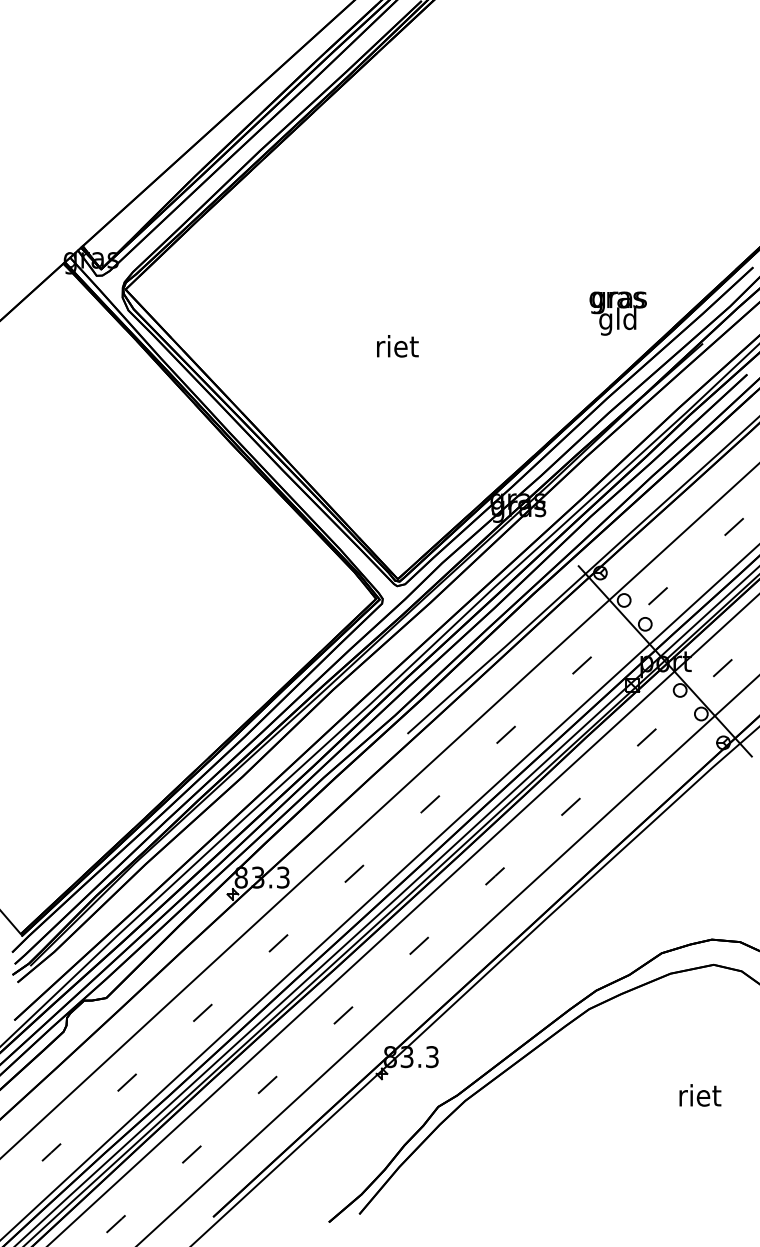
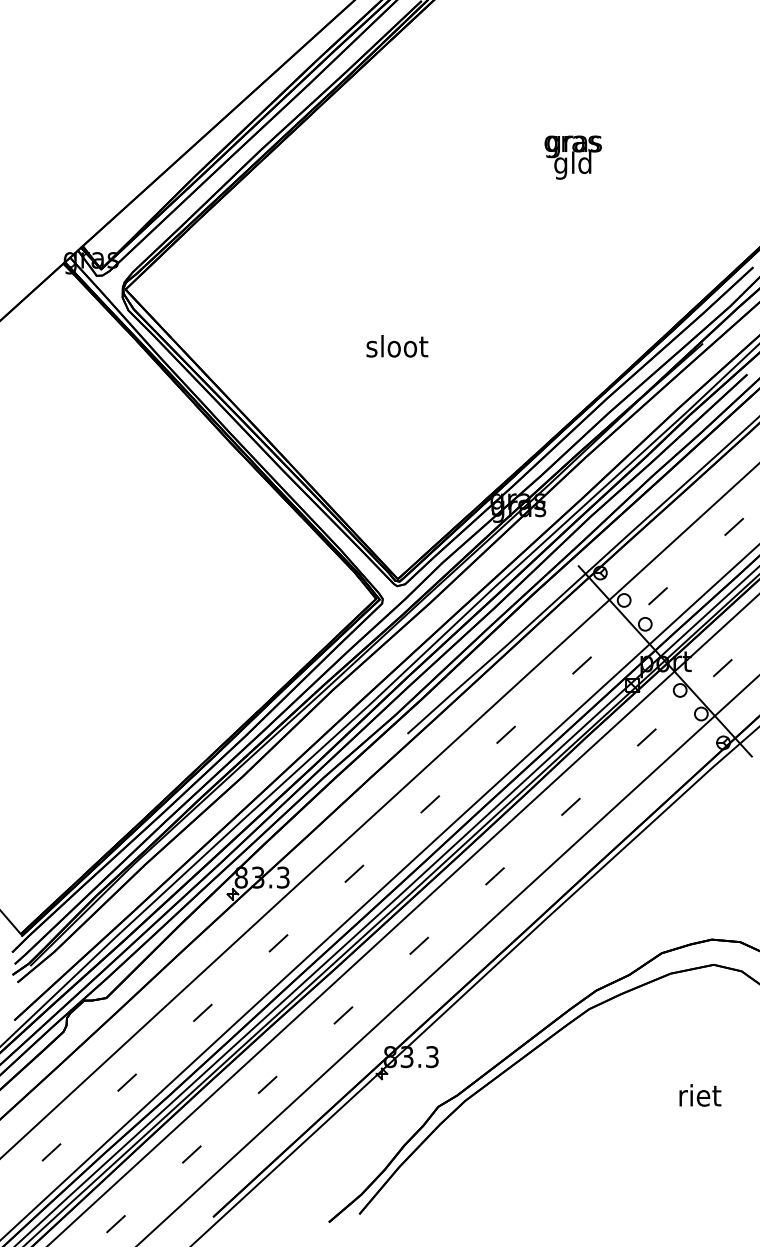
text at (617, 313) position: (617, 313) -> (572, 157)
text at (397, 346): riet -> sloot
